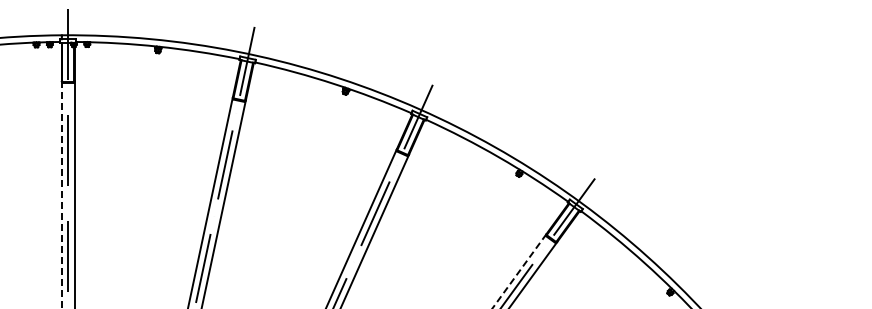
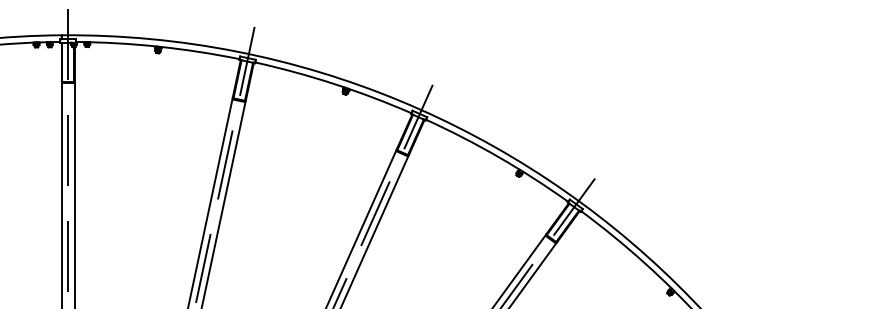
line at (61, 194): dashed -> solid
line at (519, 271): dashed -> solid
